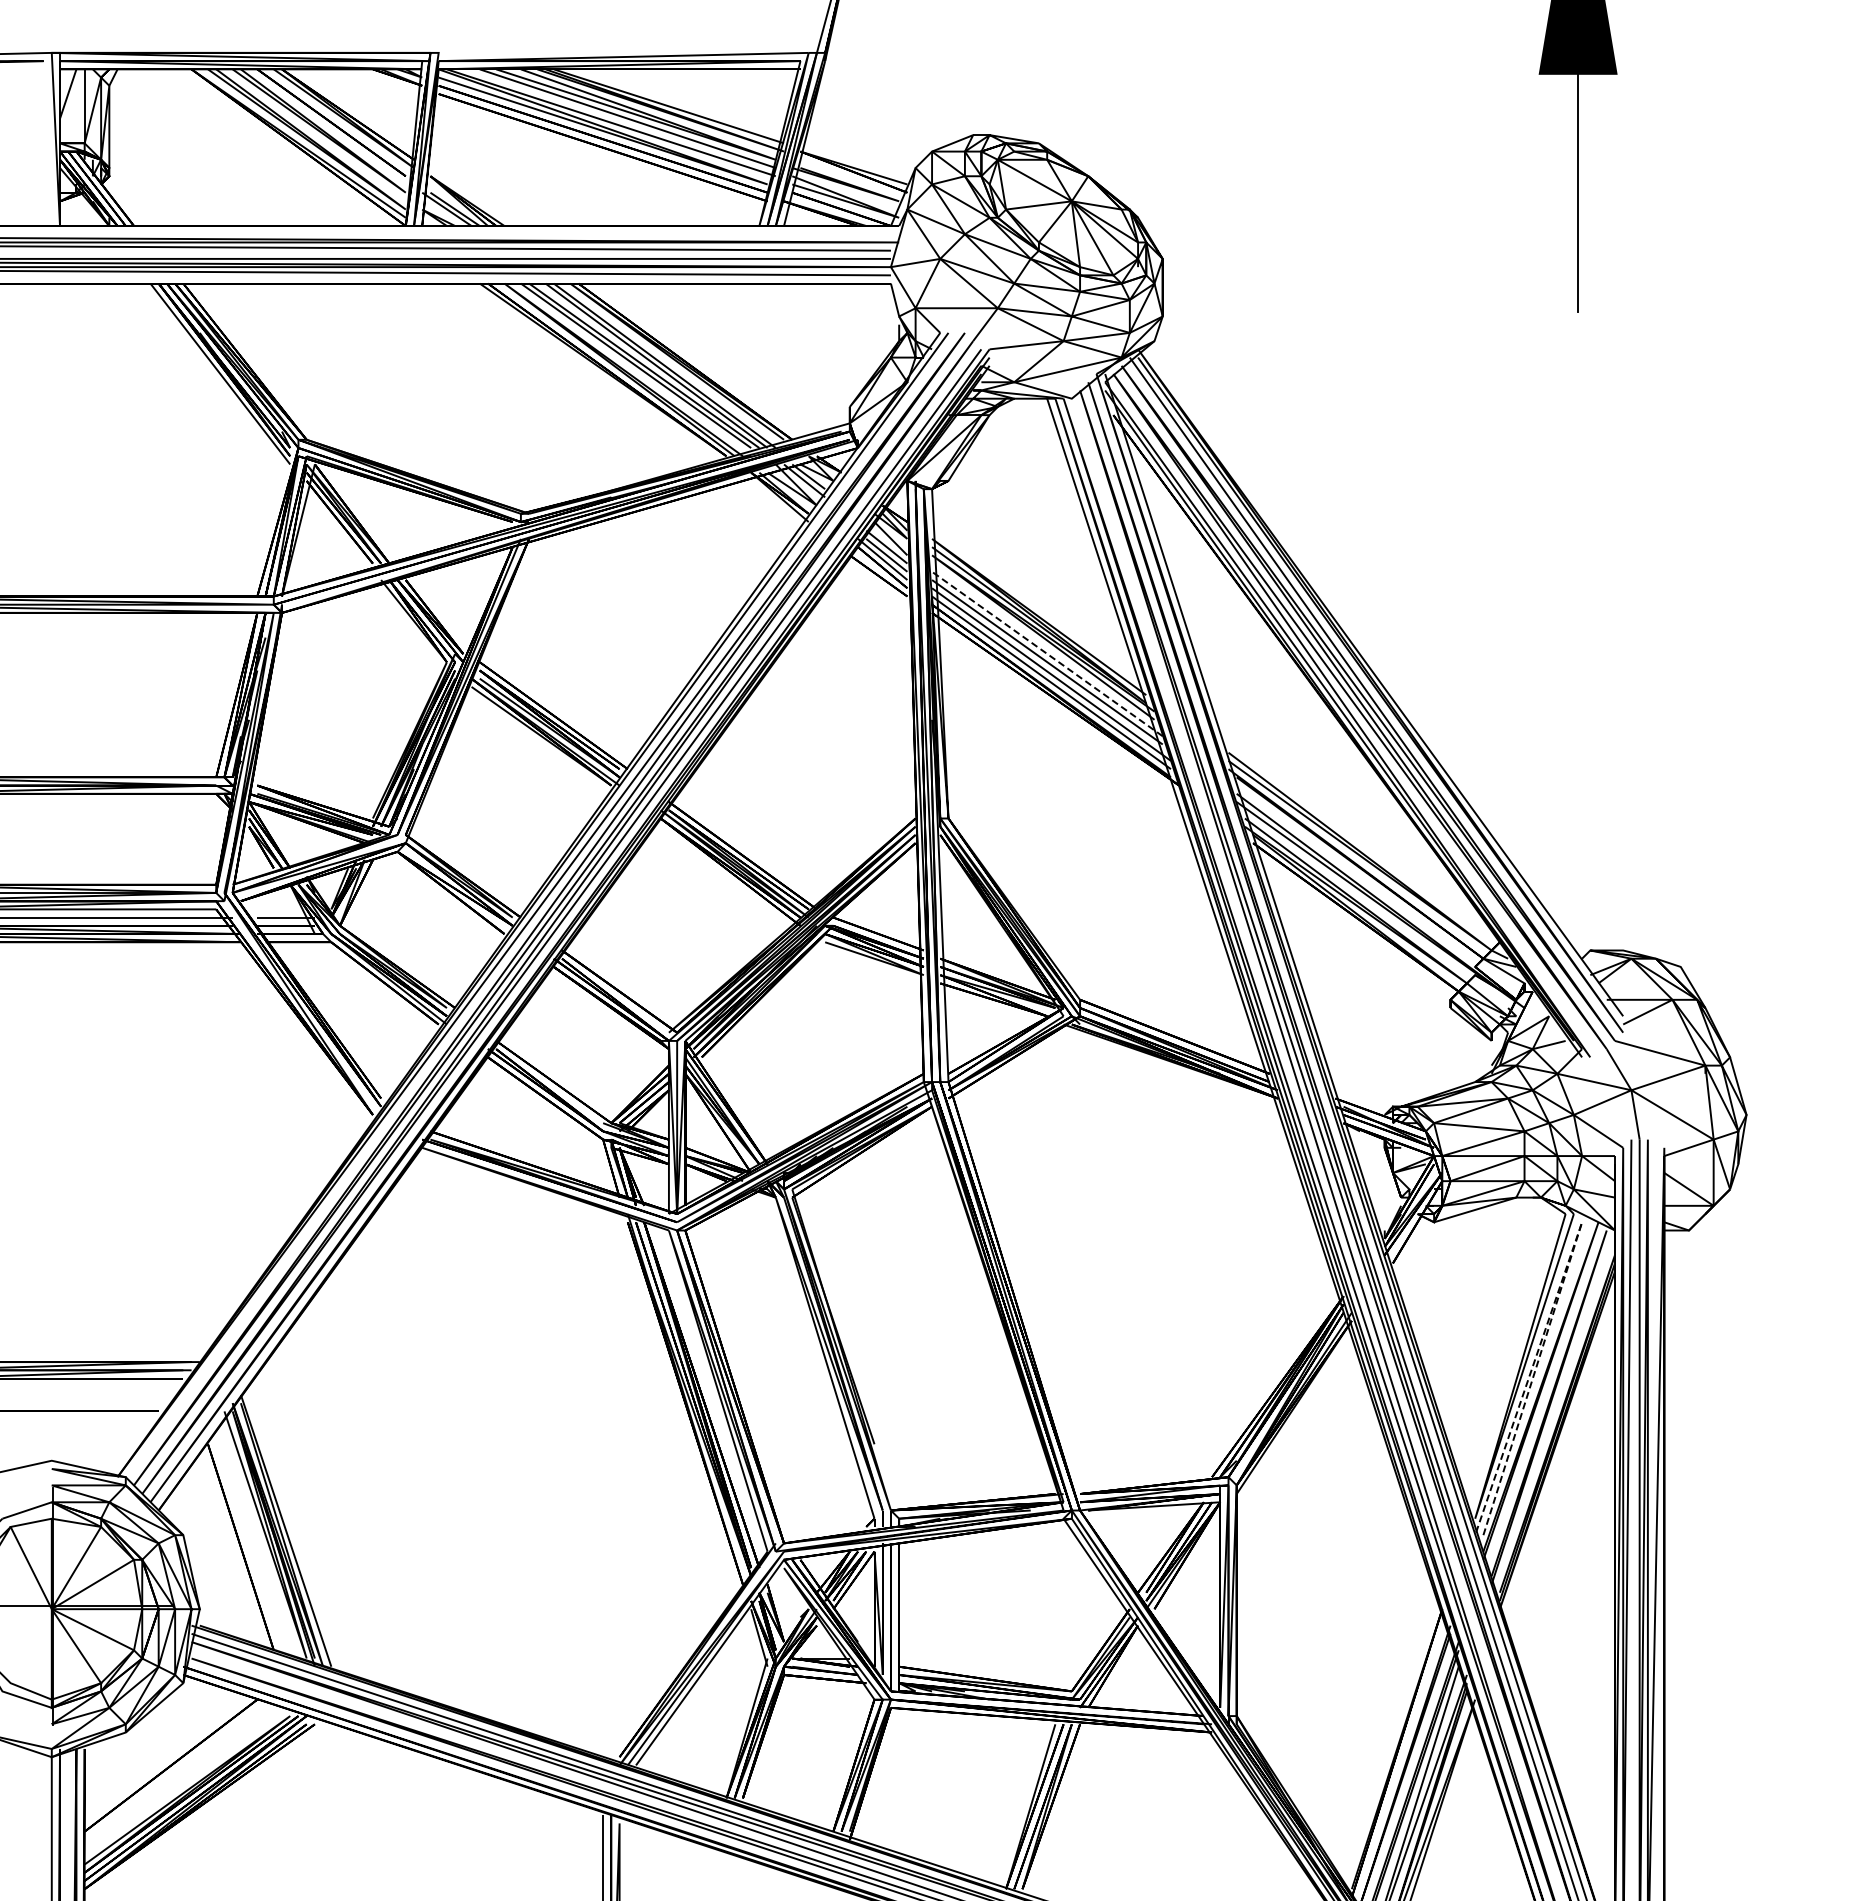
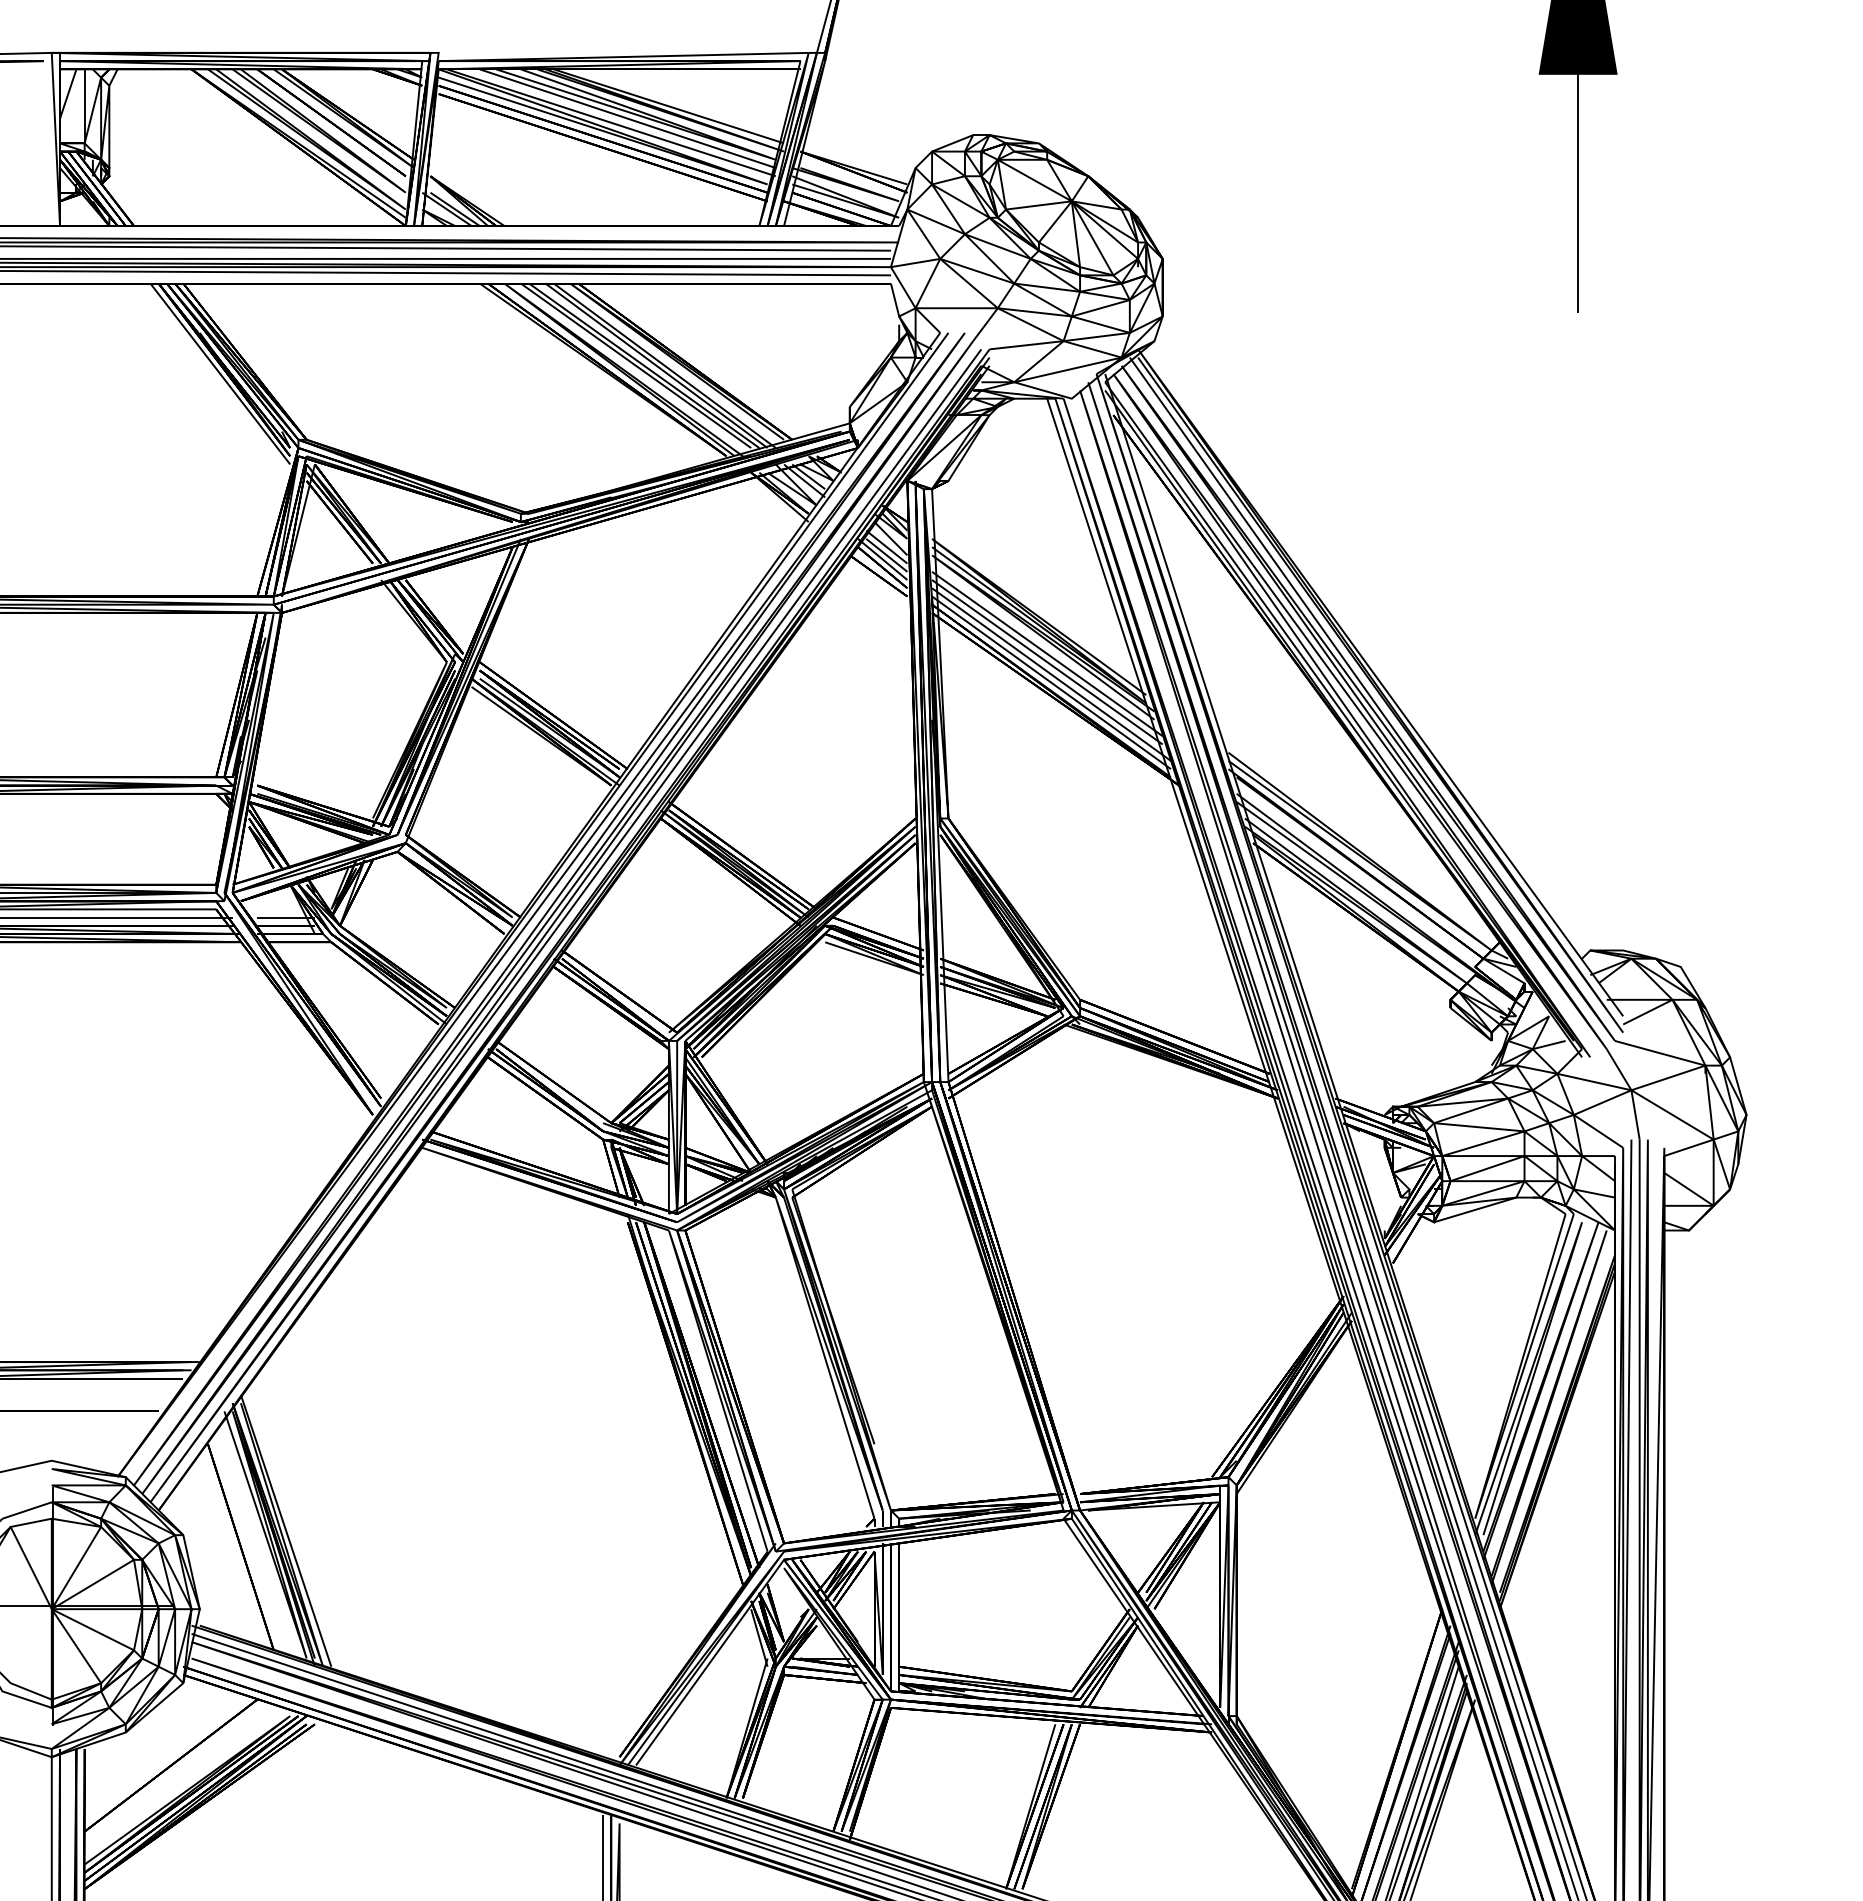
line at (1047, 654): dashed -> solid
line at (1581, 1223): dashed -> solid
